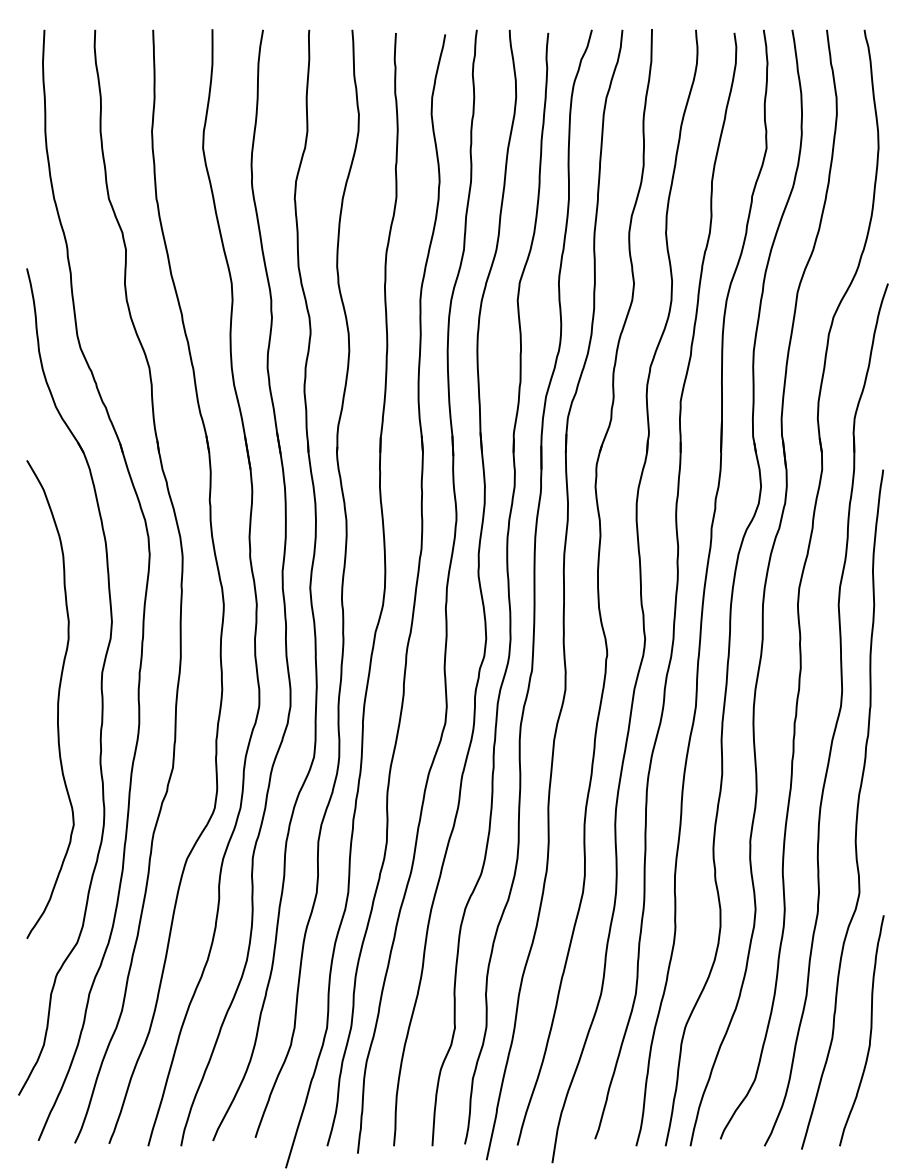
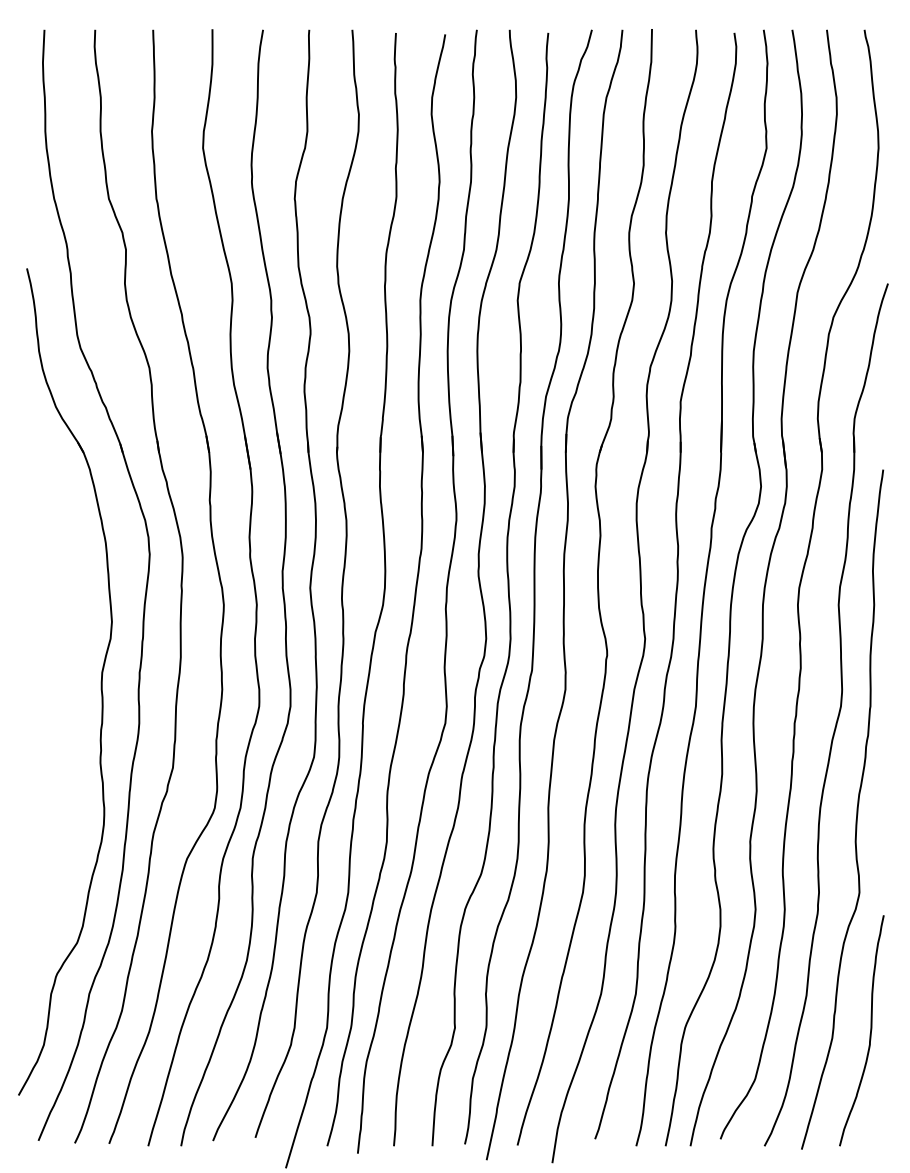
curve at (57, 699): present -> none
